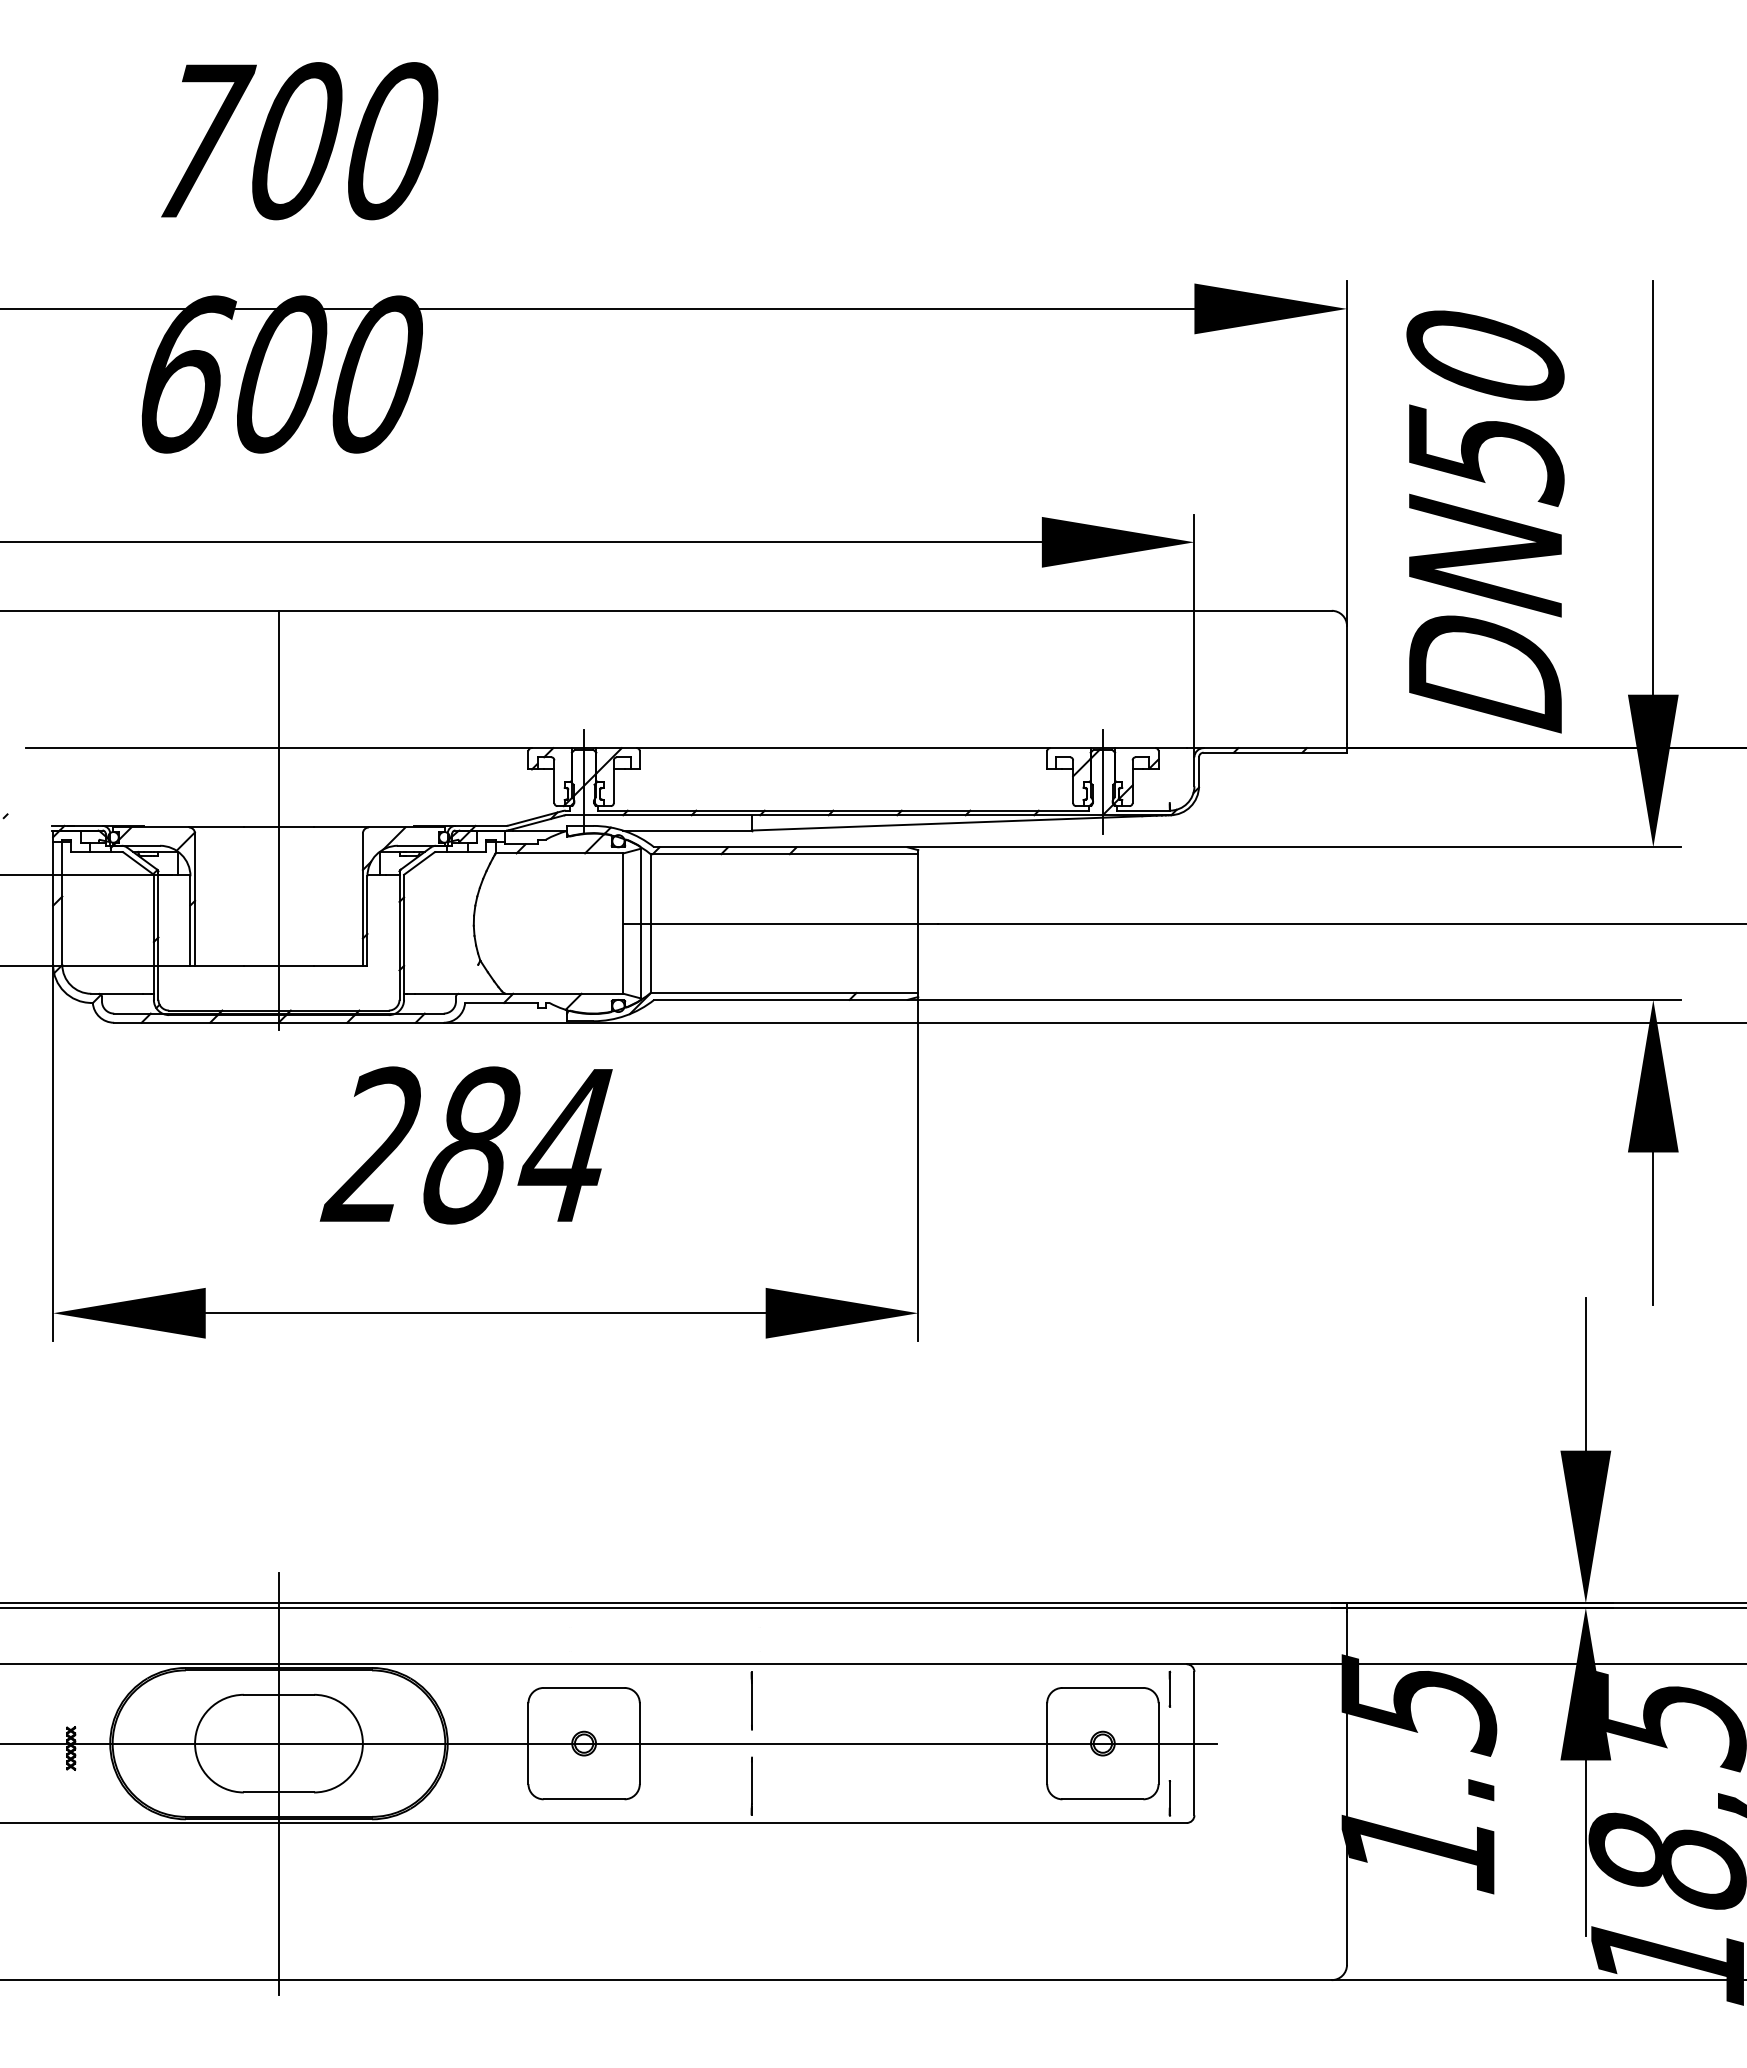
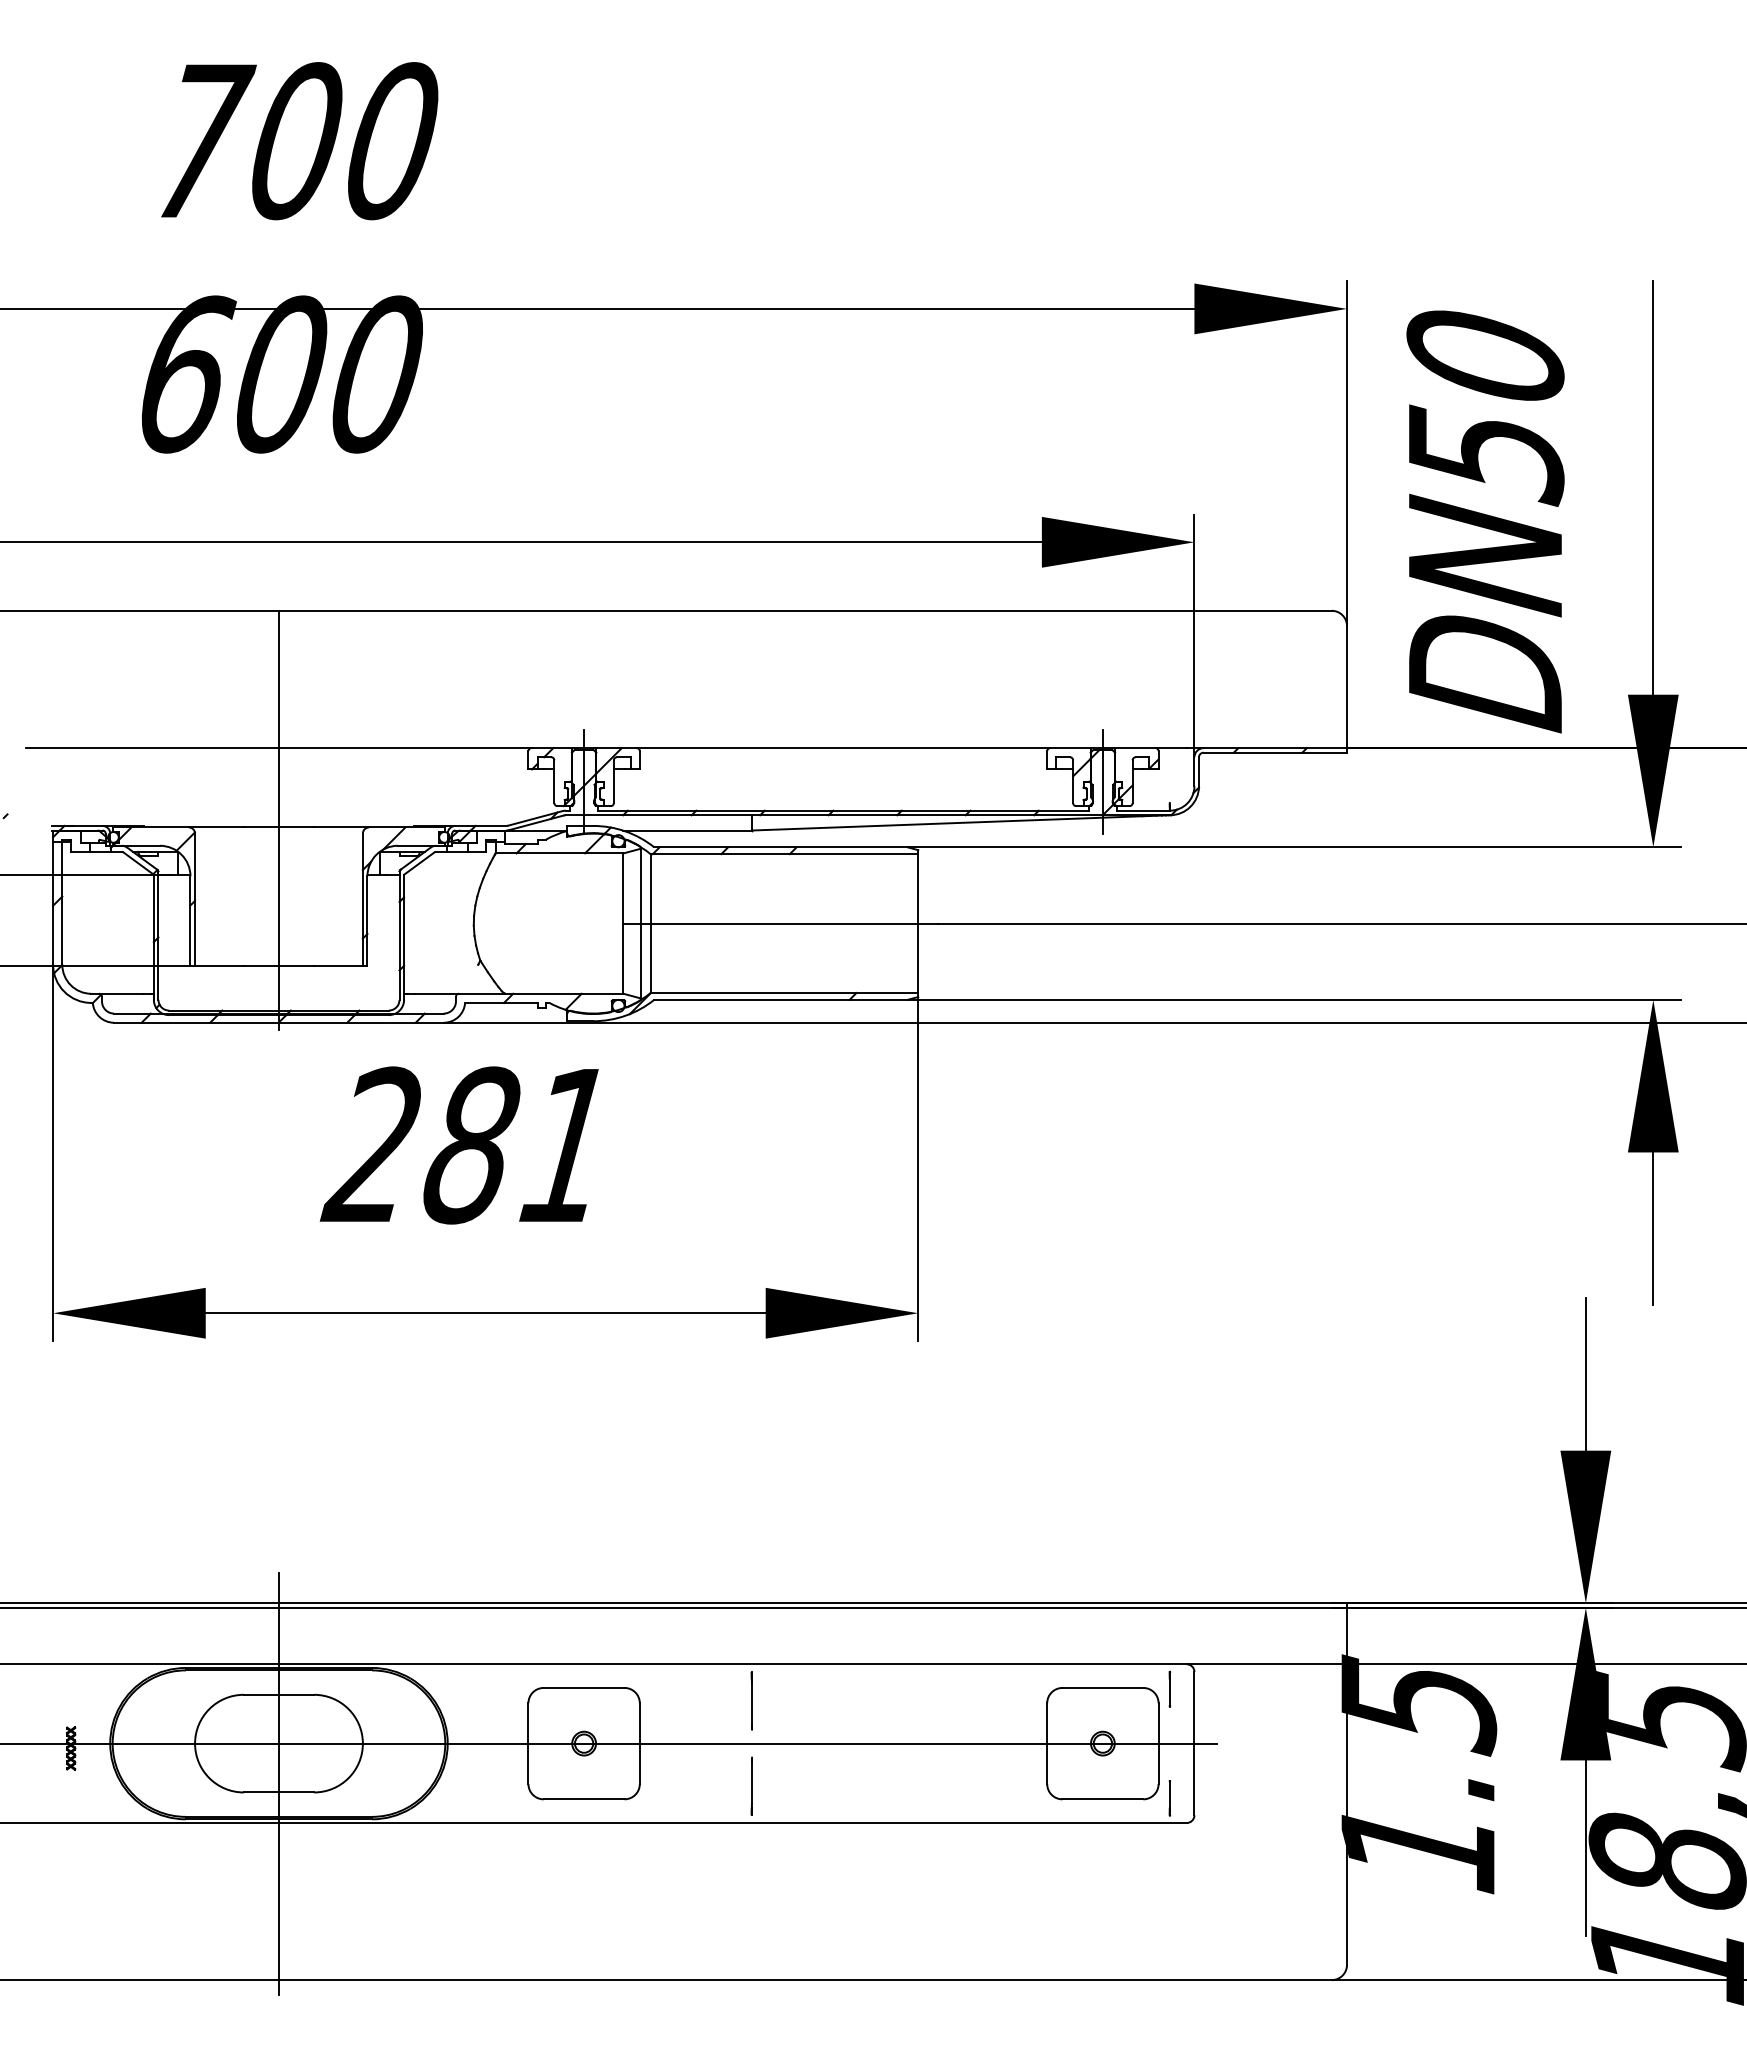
text at (564, 1145): 284 -> 281
